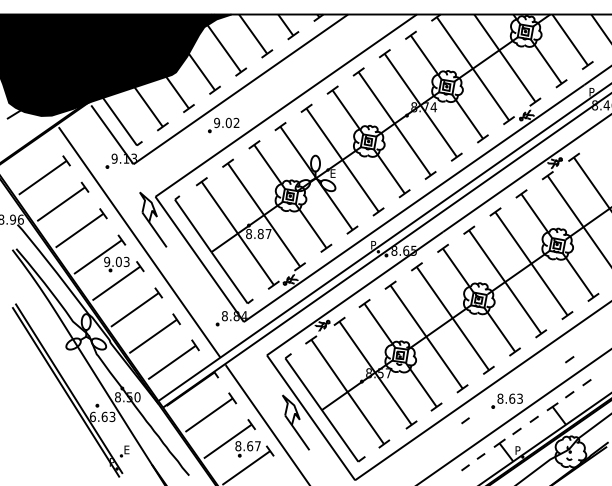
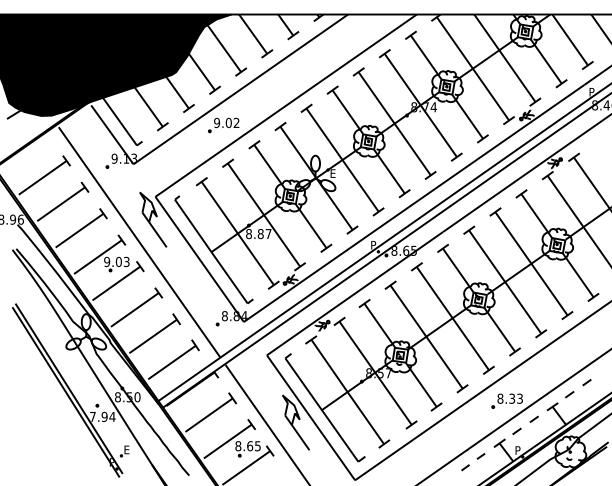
line at (569, 359): present -> none
text at (512, 398): 8.63 -> 8.33
text at (102, 416): 6.63 -> 7.94
line at (465, 420): present -> none
text at (257, 446): 8.67 -> 8.65
